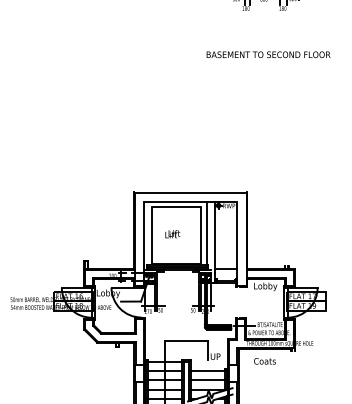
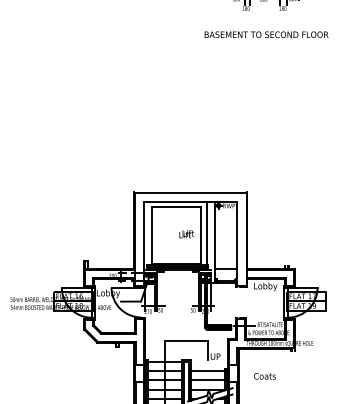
text at (268, 54) position: (268, 54) -> (266, 34)
text at (172, 234) position: (172, 234) -> (186, 234)
text at (264, 361) position: (264, 361) -> (264, 376)
